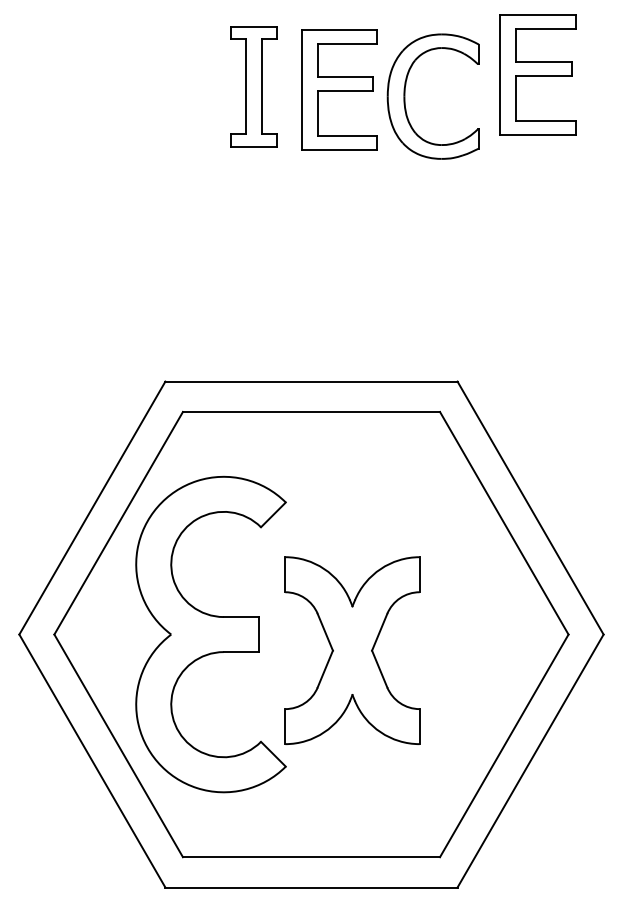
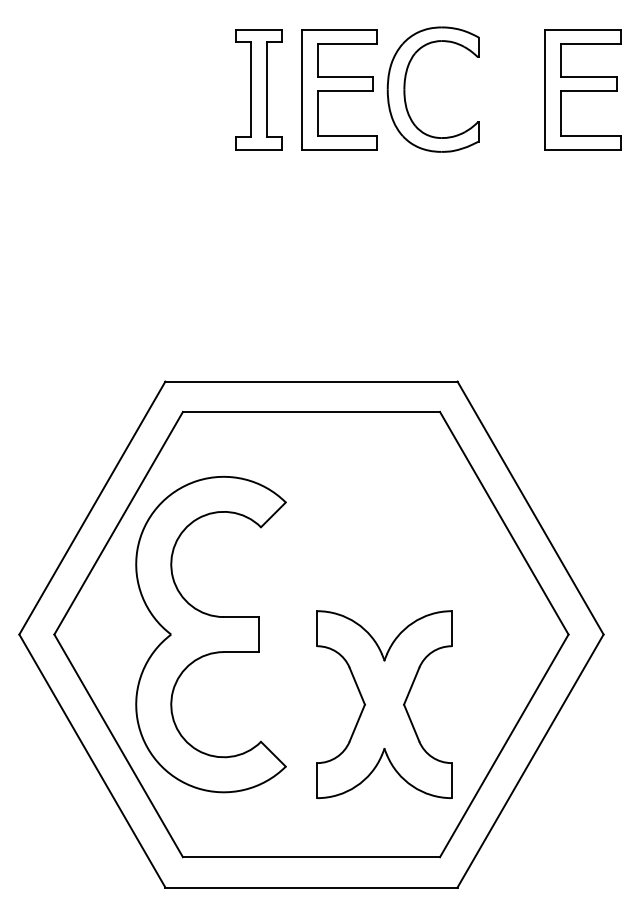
part at (537, 74) position: (537, 74) -> (582, 89)
part at (253, 86) position: (253, 86) -> (258, 89)
part at (405, 96) position: (405, 96) -> (405, 89)
part at (352, 650) position: (352, 650) -> (384, 704)
